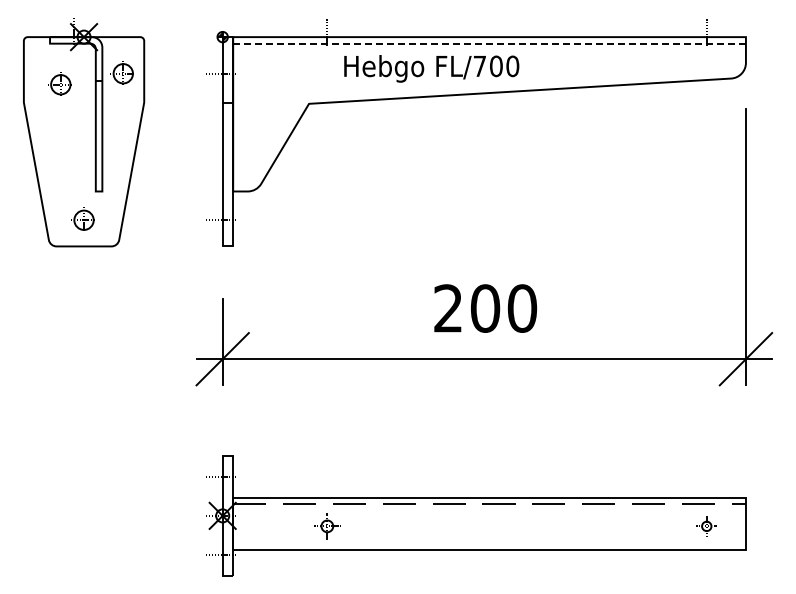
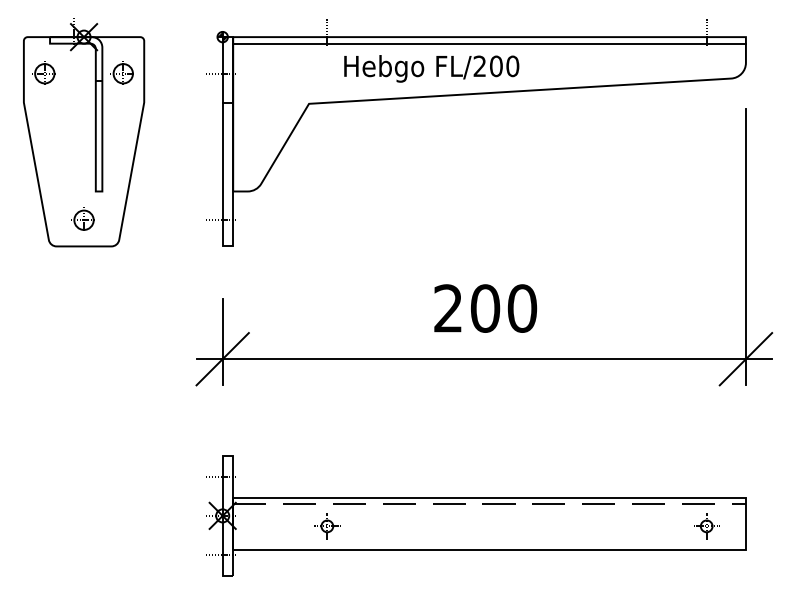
line at (490, 43): dashed -> solid
text at (479, 65): FL/700 -> FL/200
part at (59, 83) position: (59, 83) -> (43, 72)
part at (706, 526) size: 21x21 px -> 26x27 px
